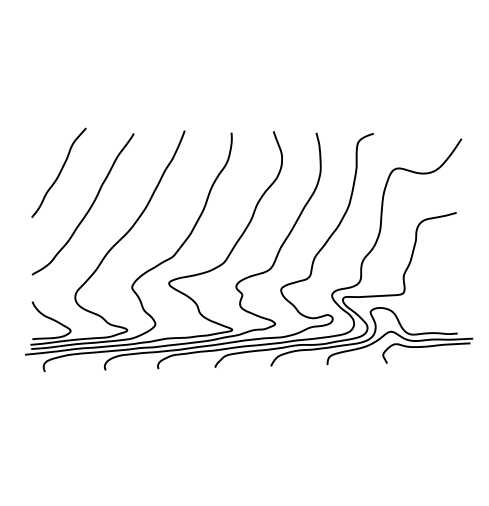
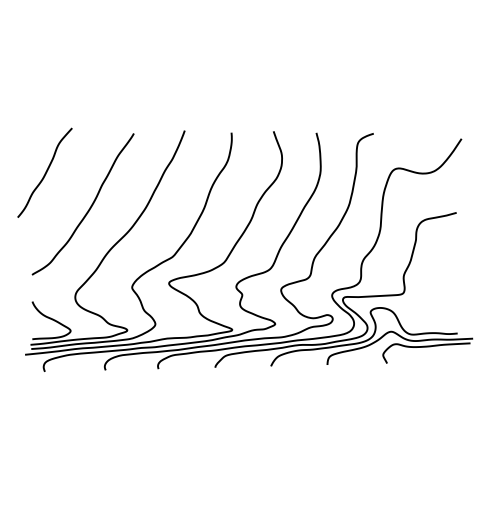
curve at (59, 172) position: (59, 172) -> (45, 172)
